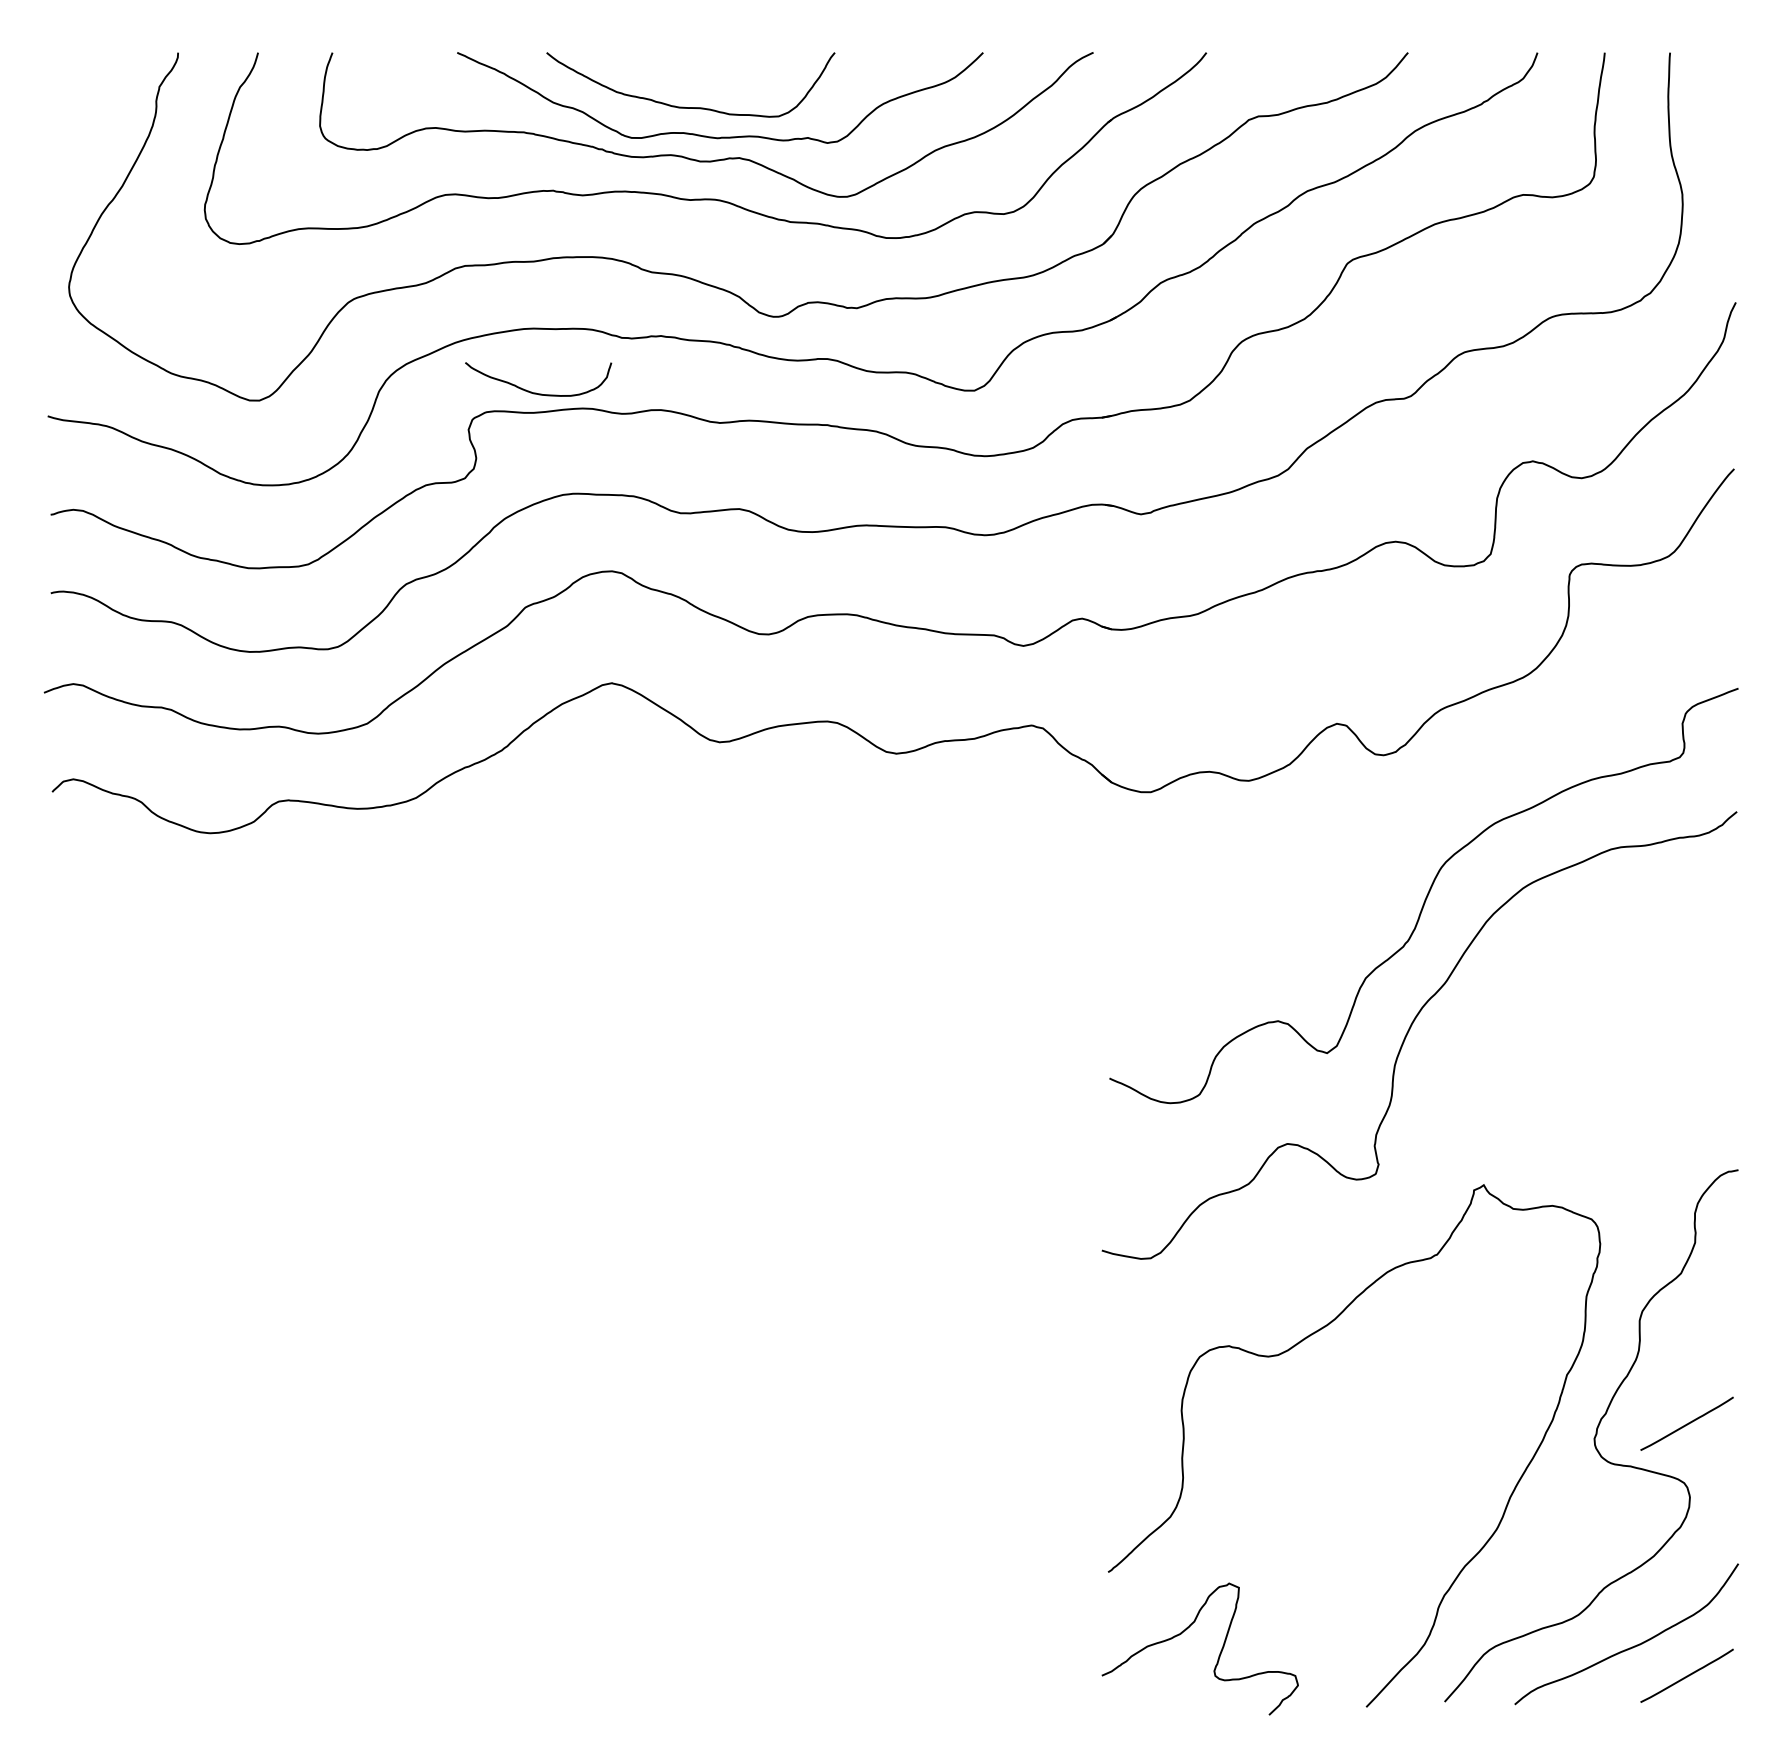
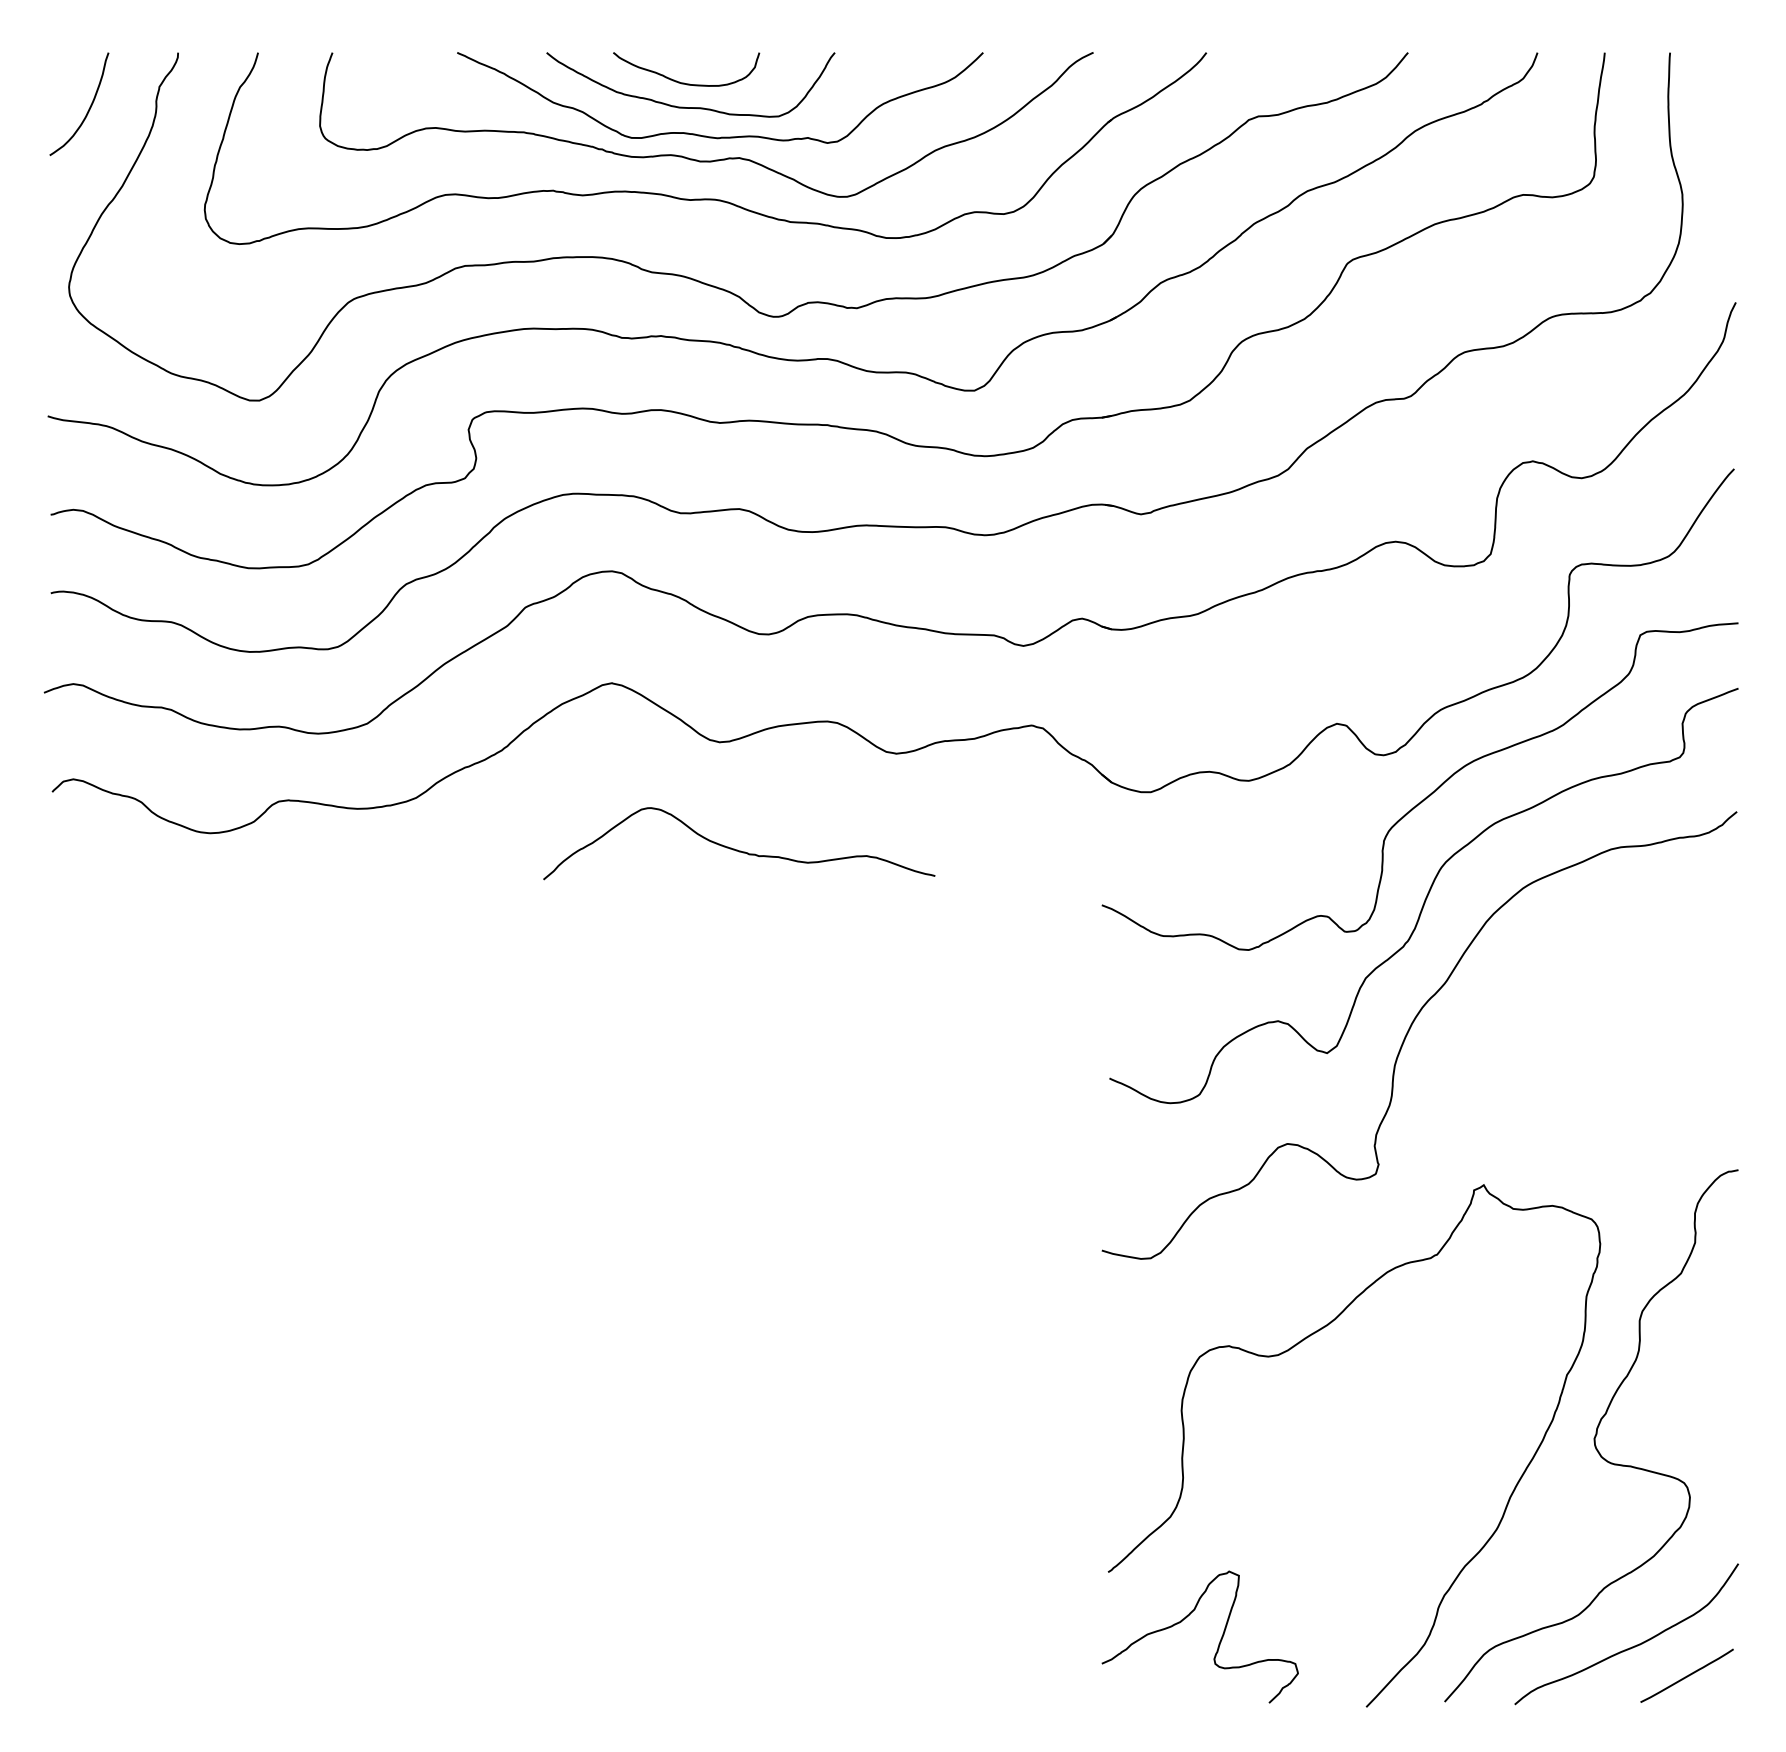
curve at (89, 106): none -> present
curve at (536, 392) position: (536, 392) -> (684, 82)
curve at (1427, 795): none -> present
curve at (737, 849): none -> present
line at (1686, 1423): present -> none
curve at (1218, 1655) position: (1218, 1655) -> (1218, 1643)
